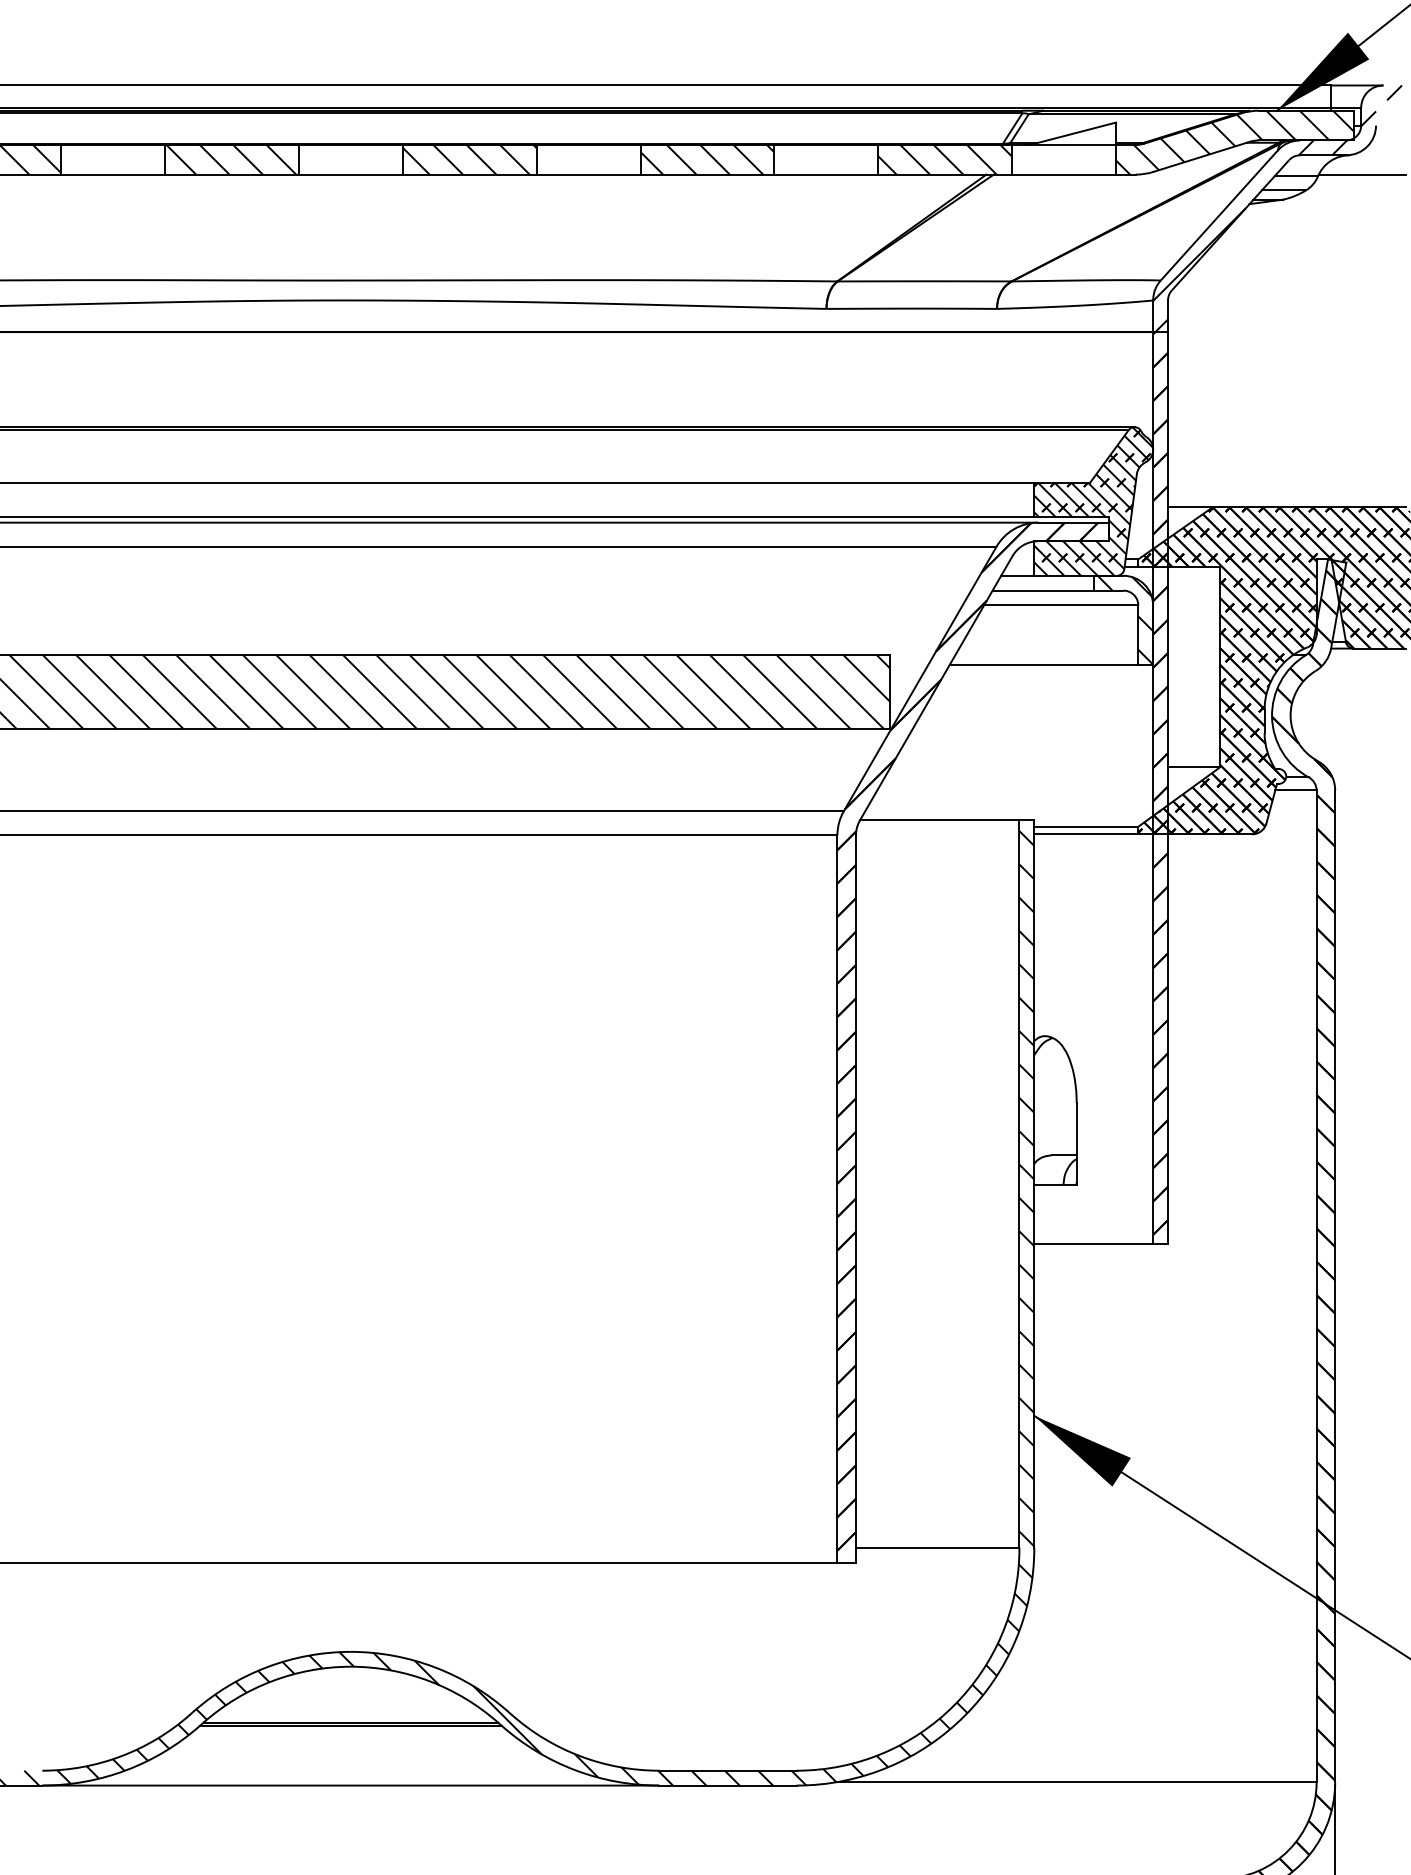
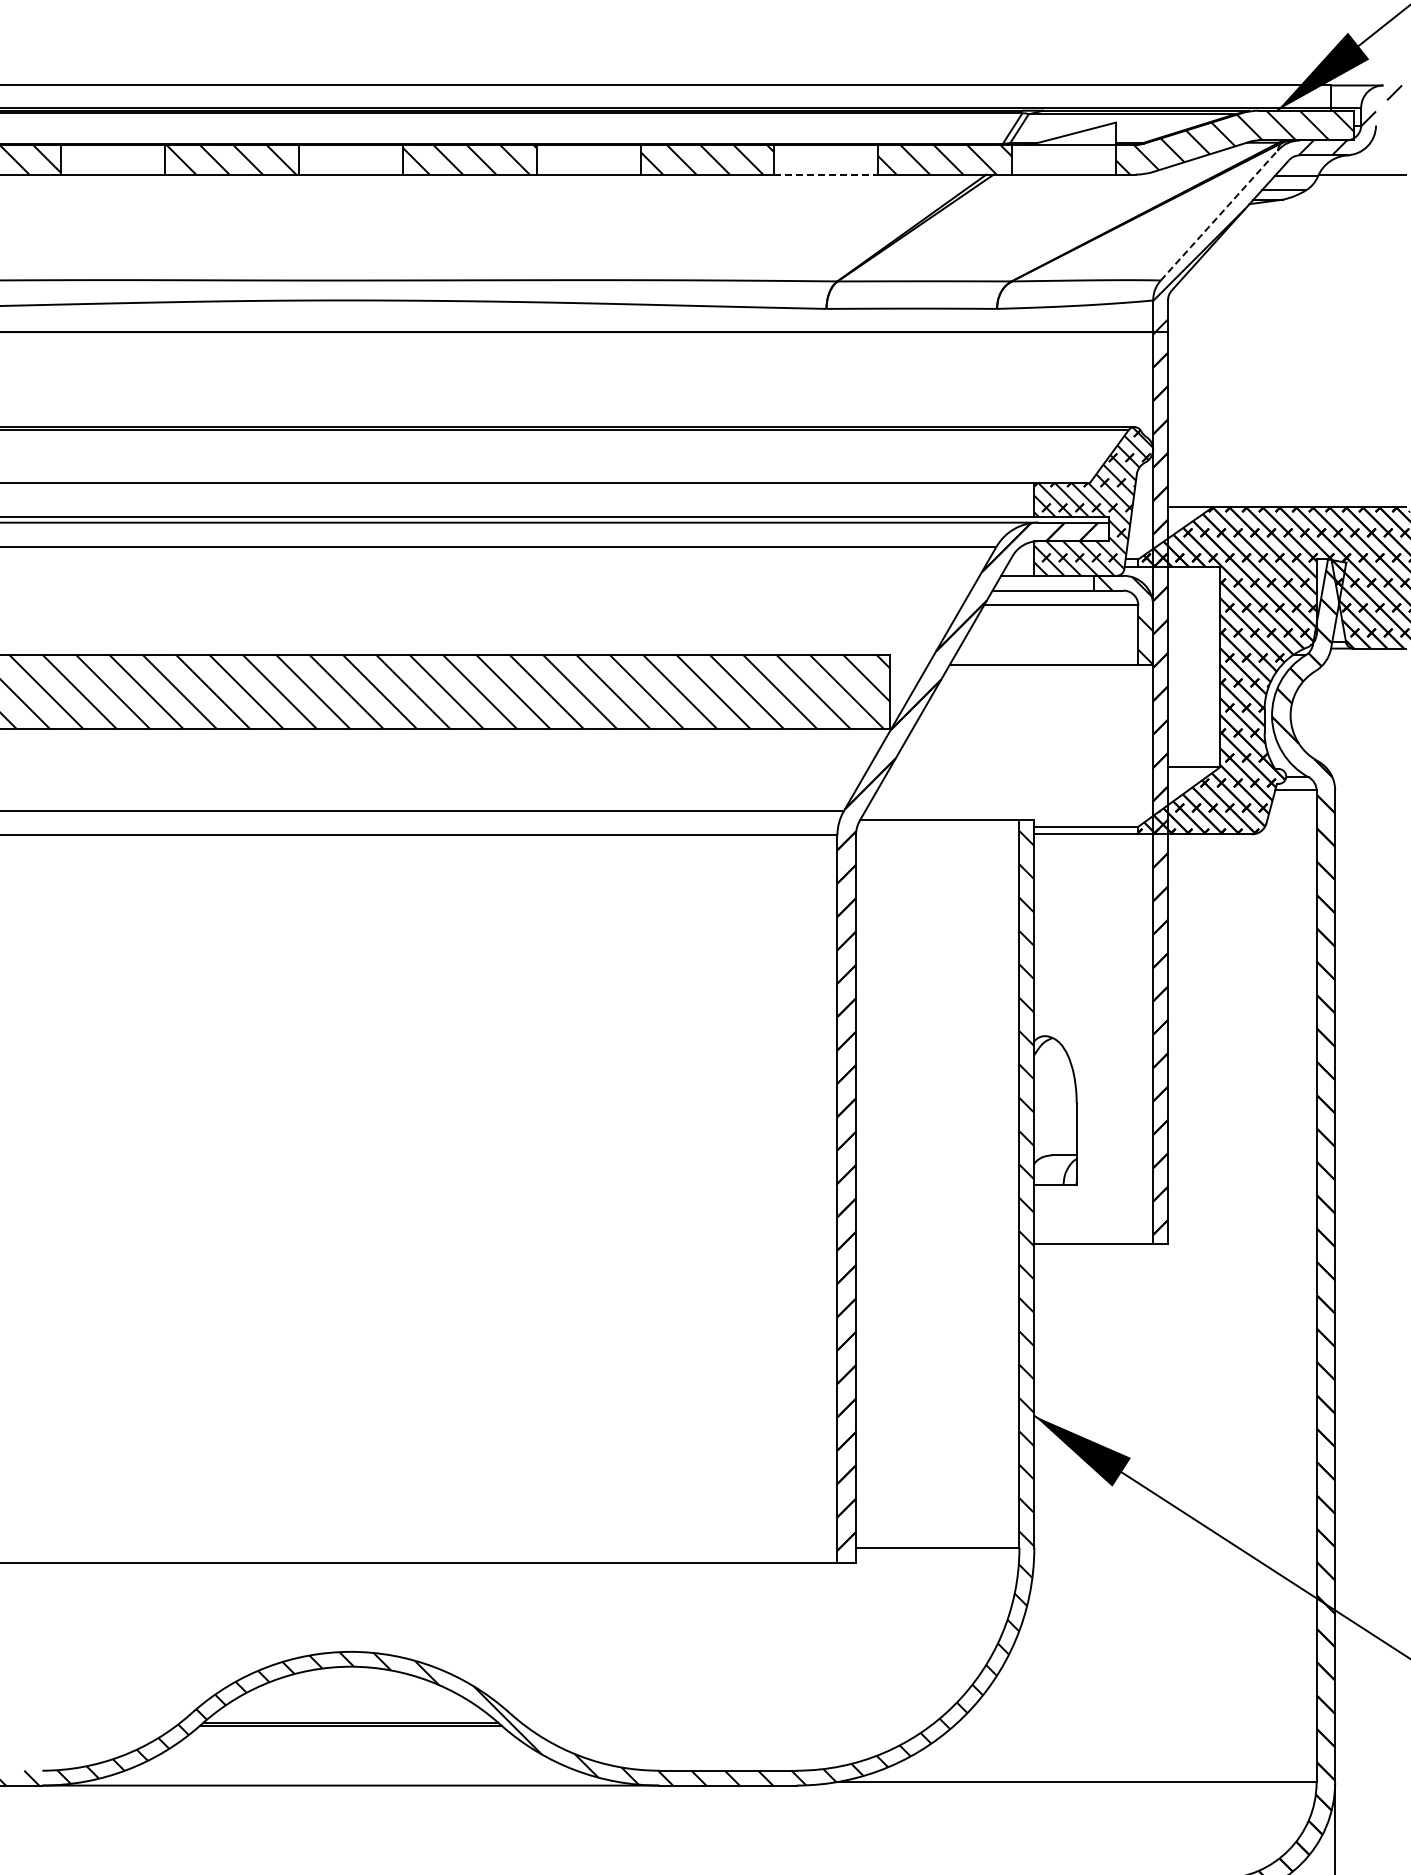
line at (826, 174): solid -> dashed
line at (1219, 215): solid -> dashed
